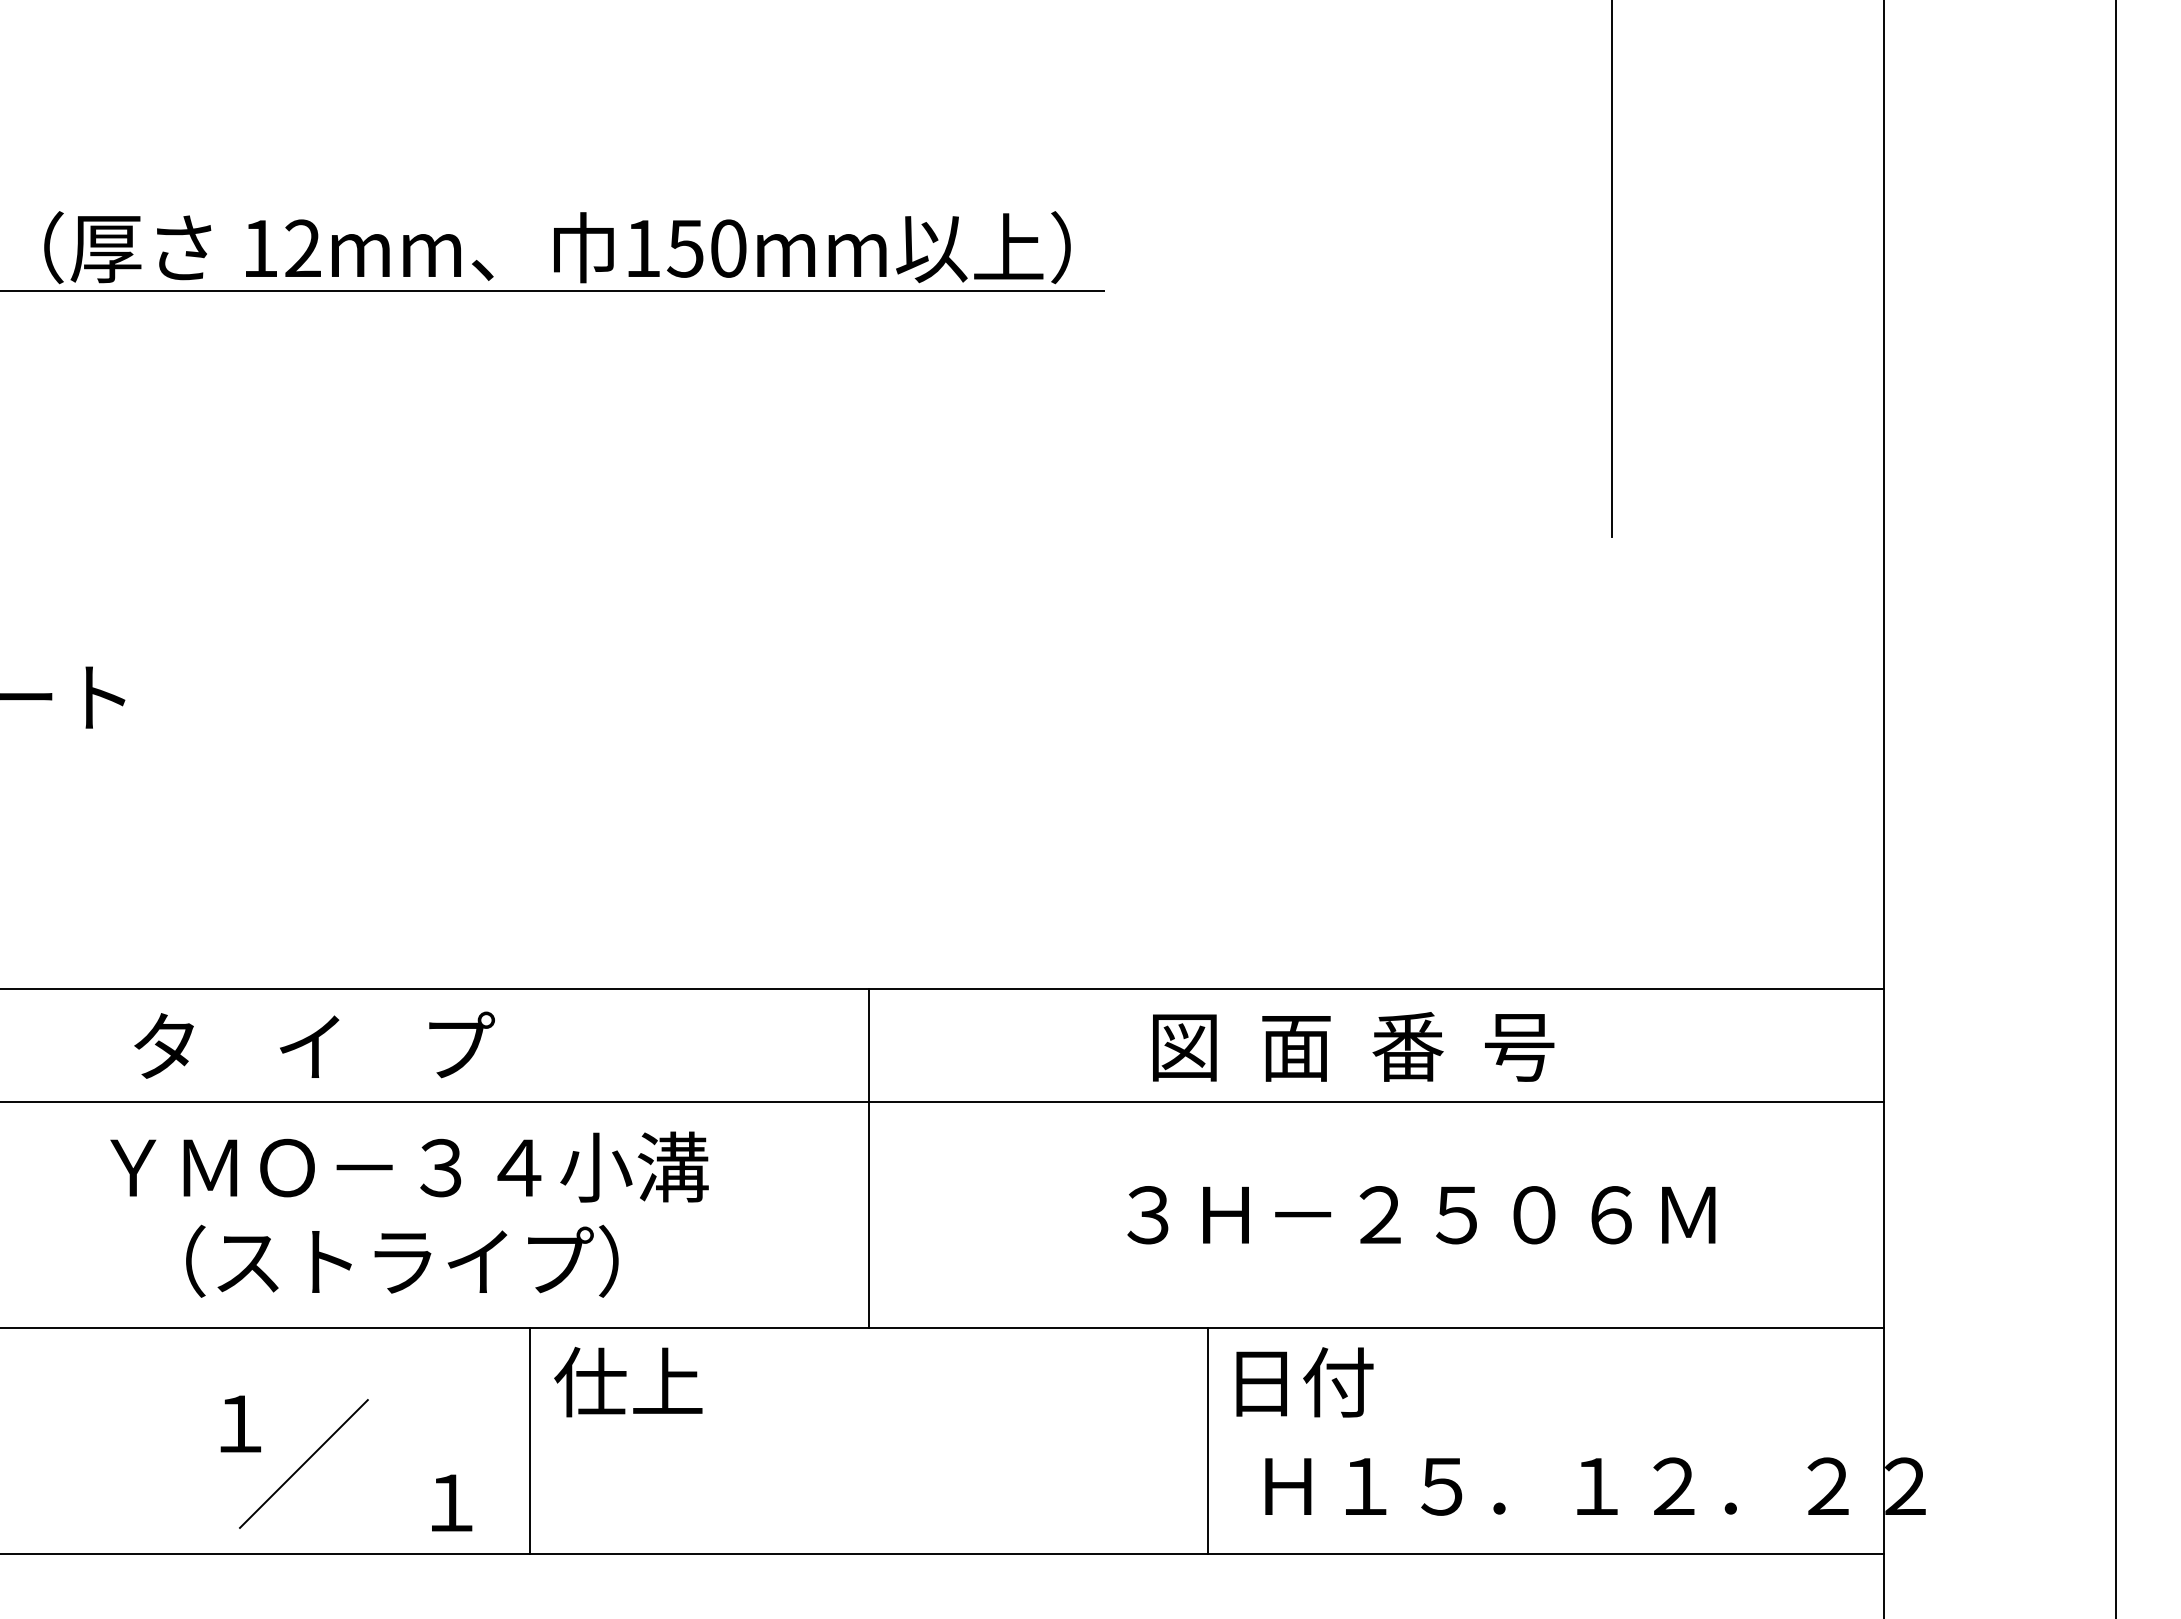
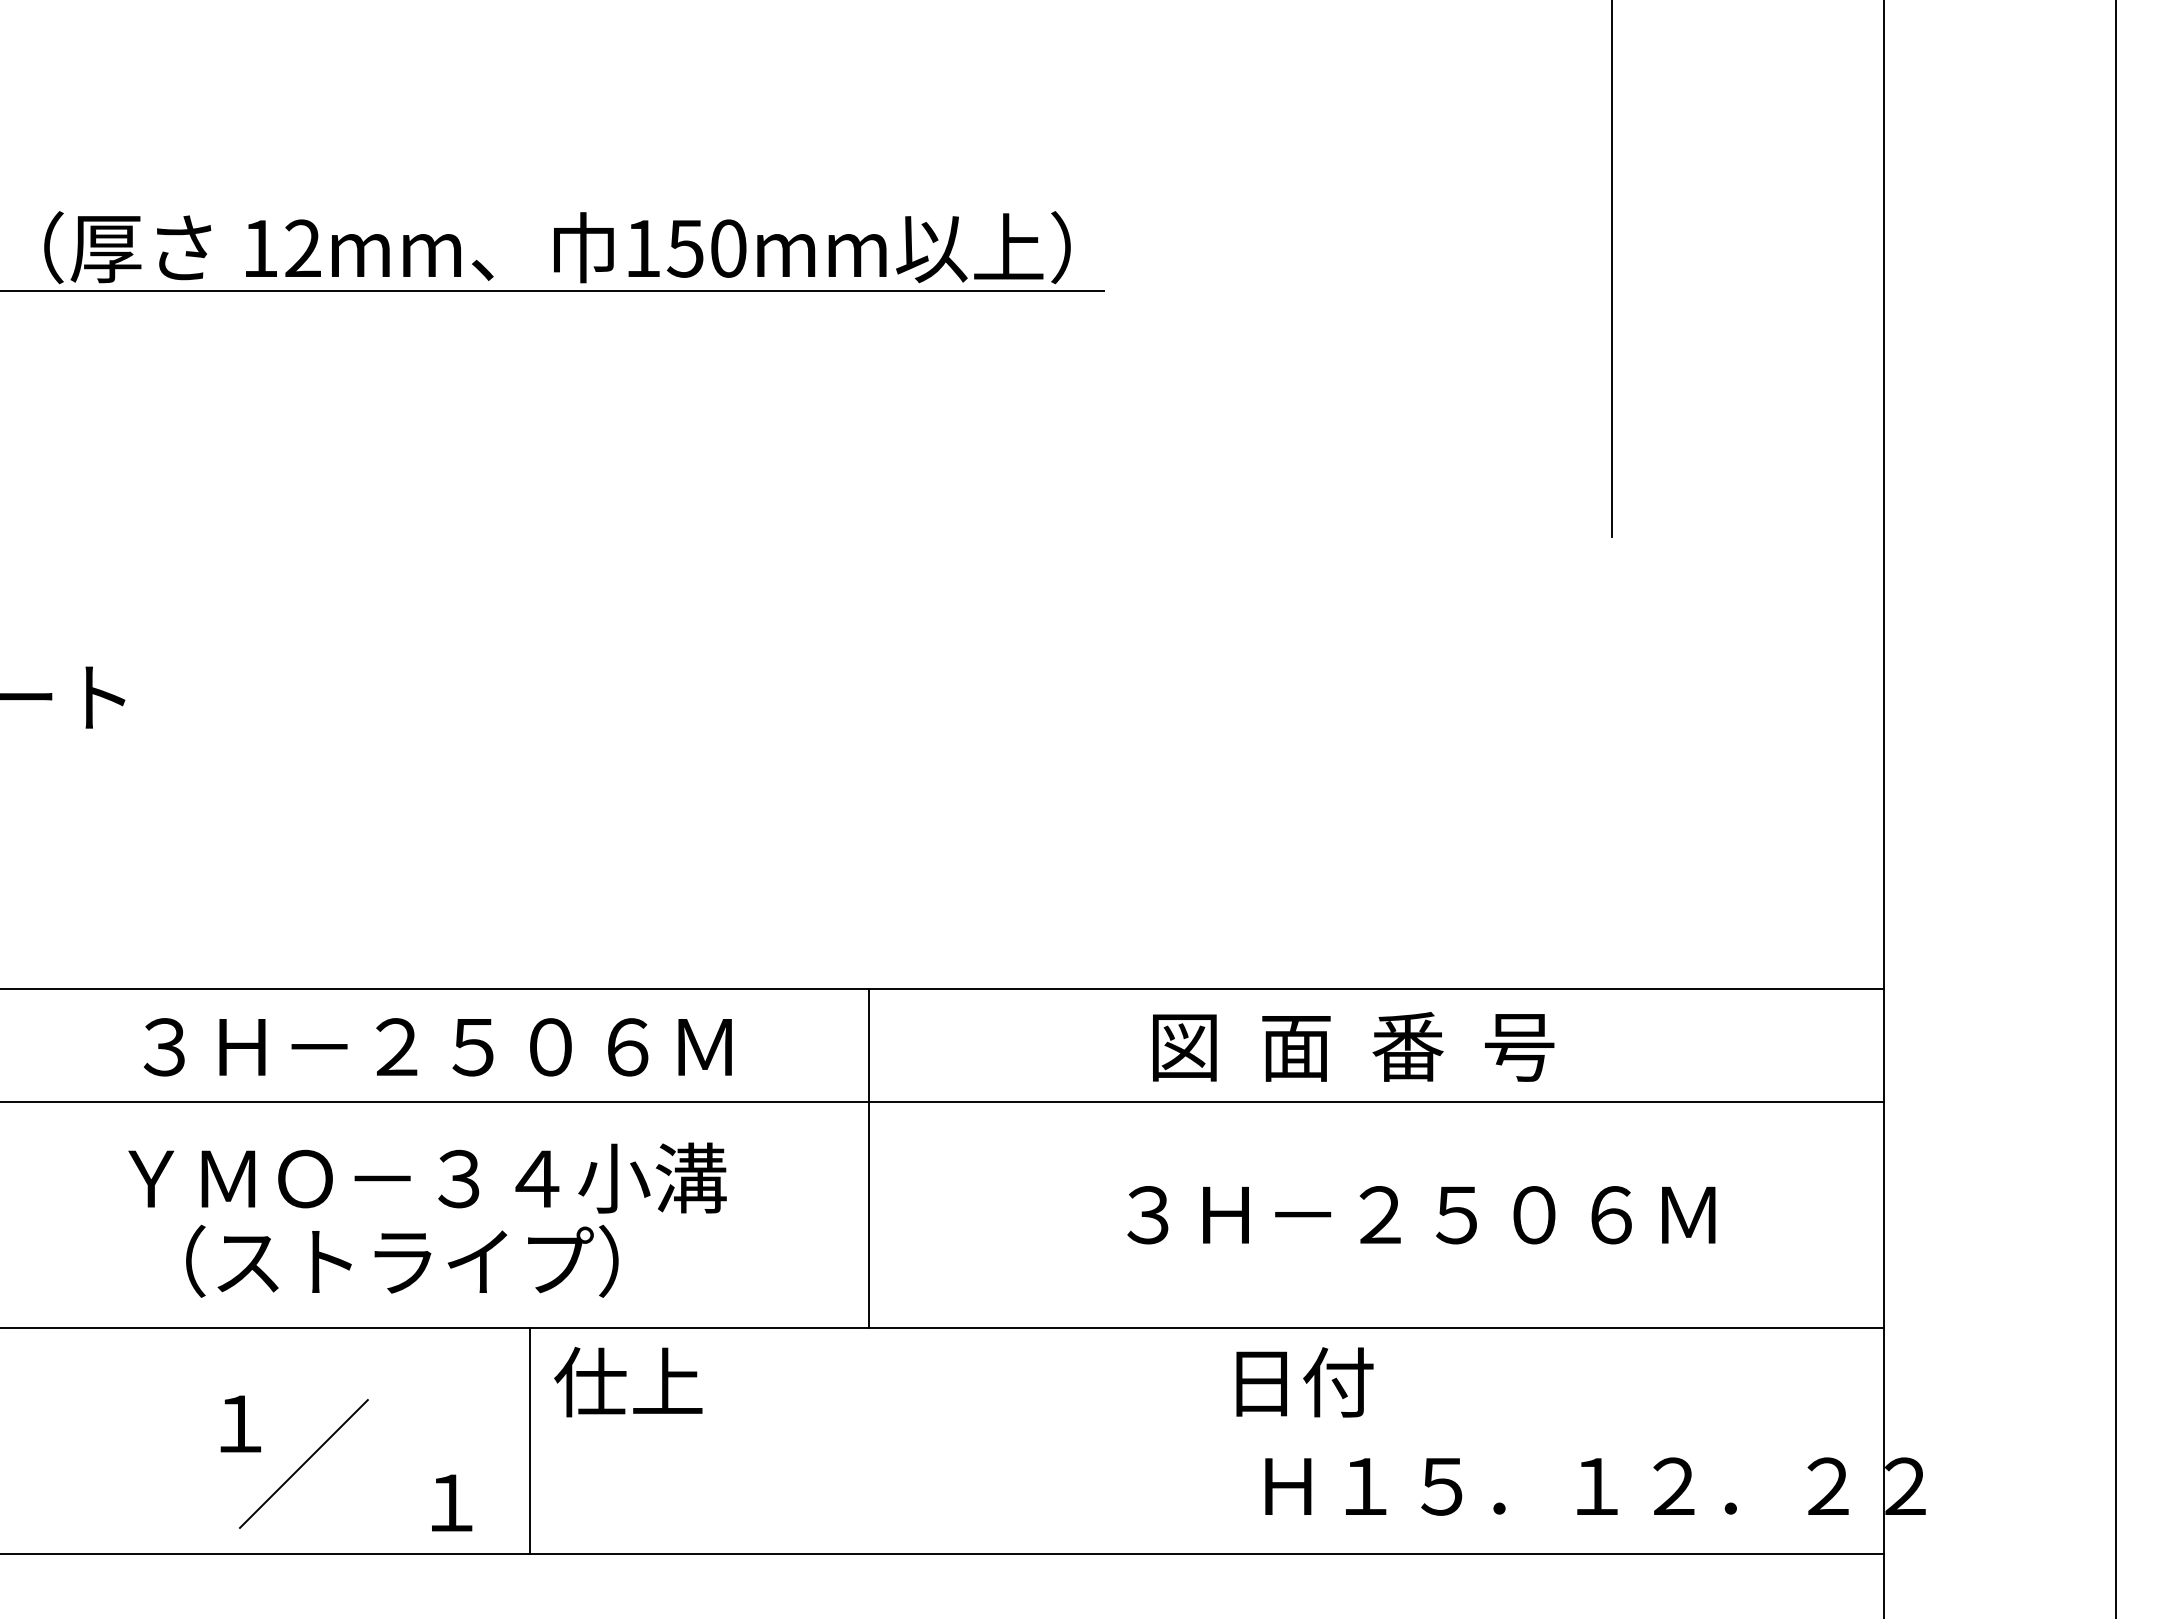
text at (432, 1044): タ    イ    プ -> ３Ｈ－２５０６Ｍ
text at (409, 1166) position: (409, 1166) -> (427, 1177)
line at (1208, 1441): present -> none
